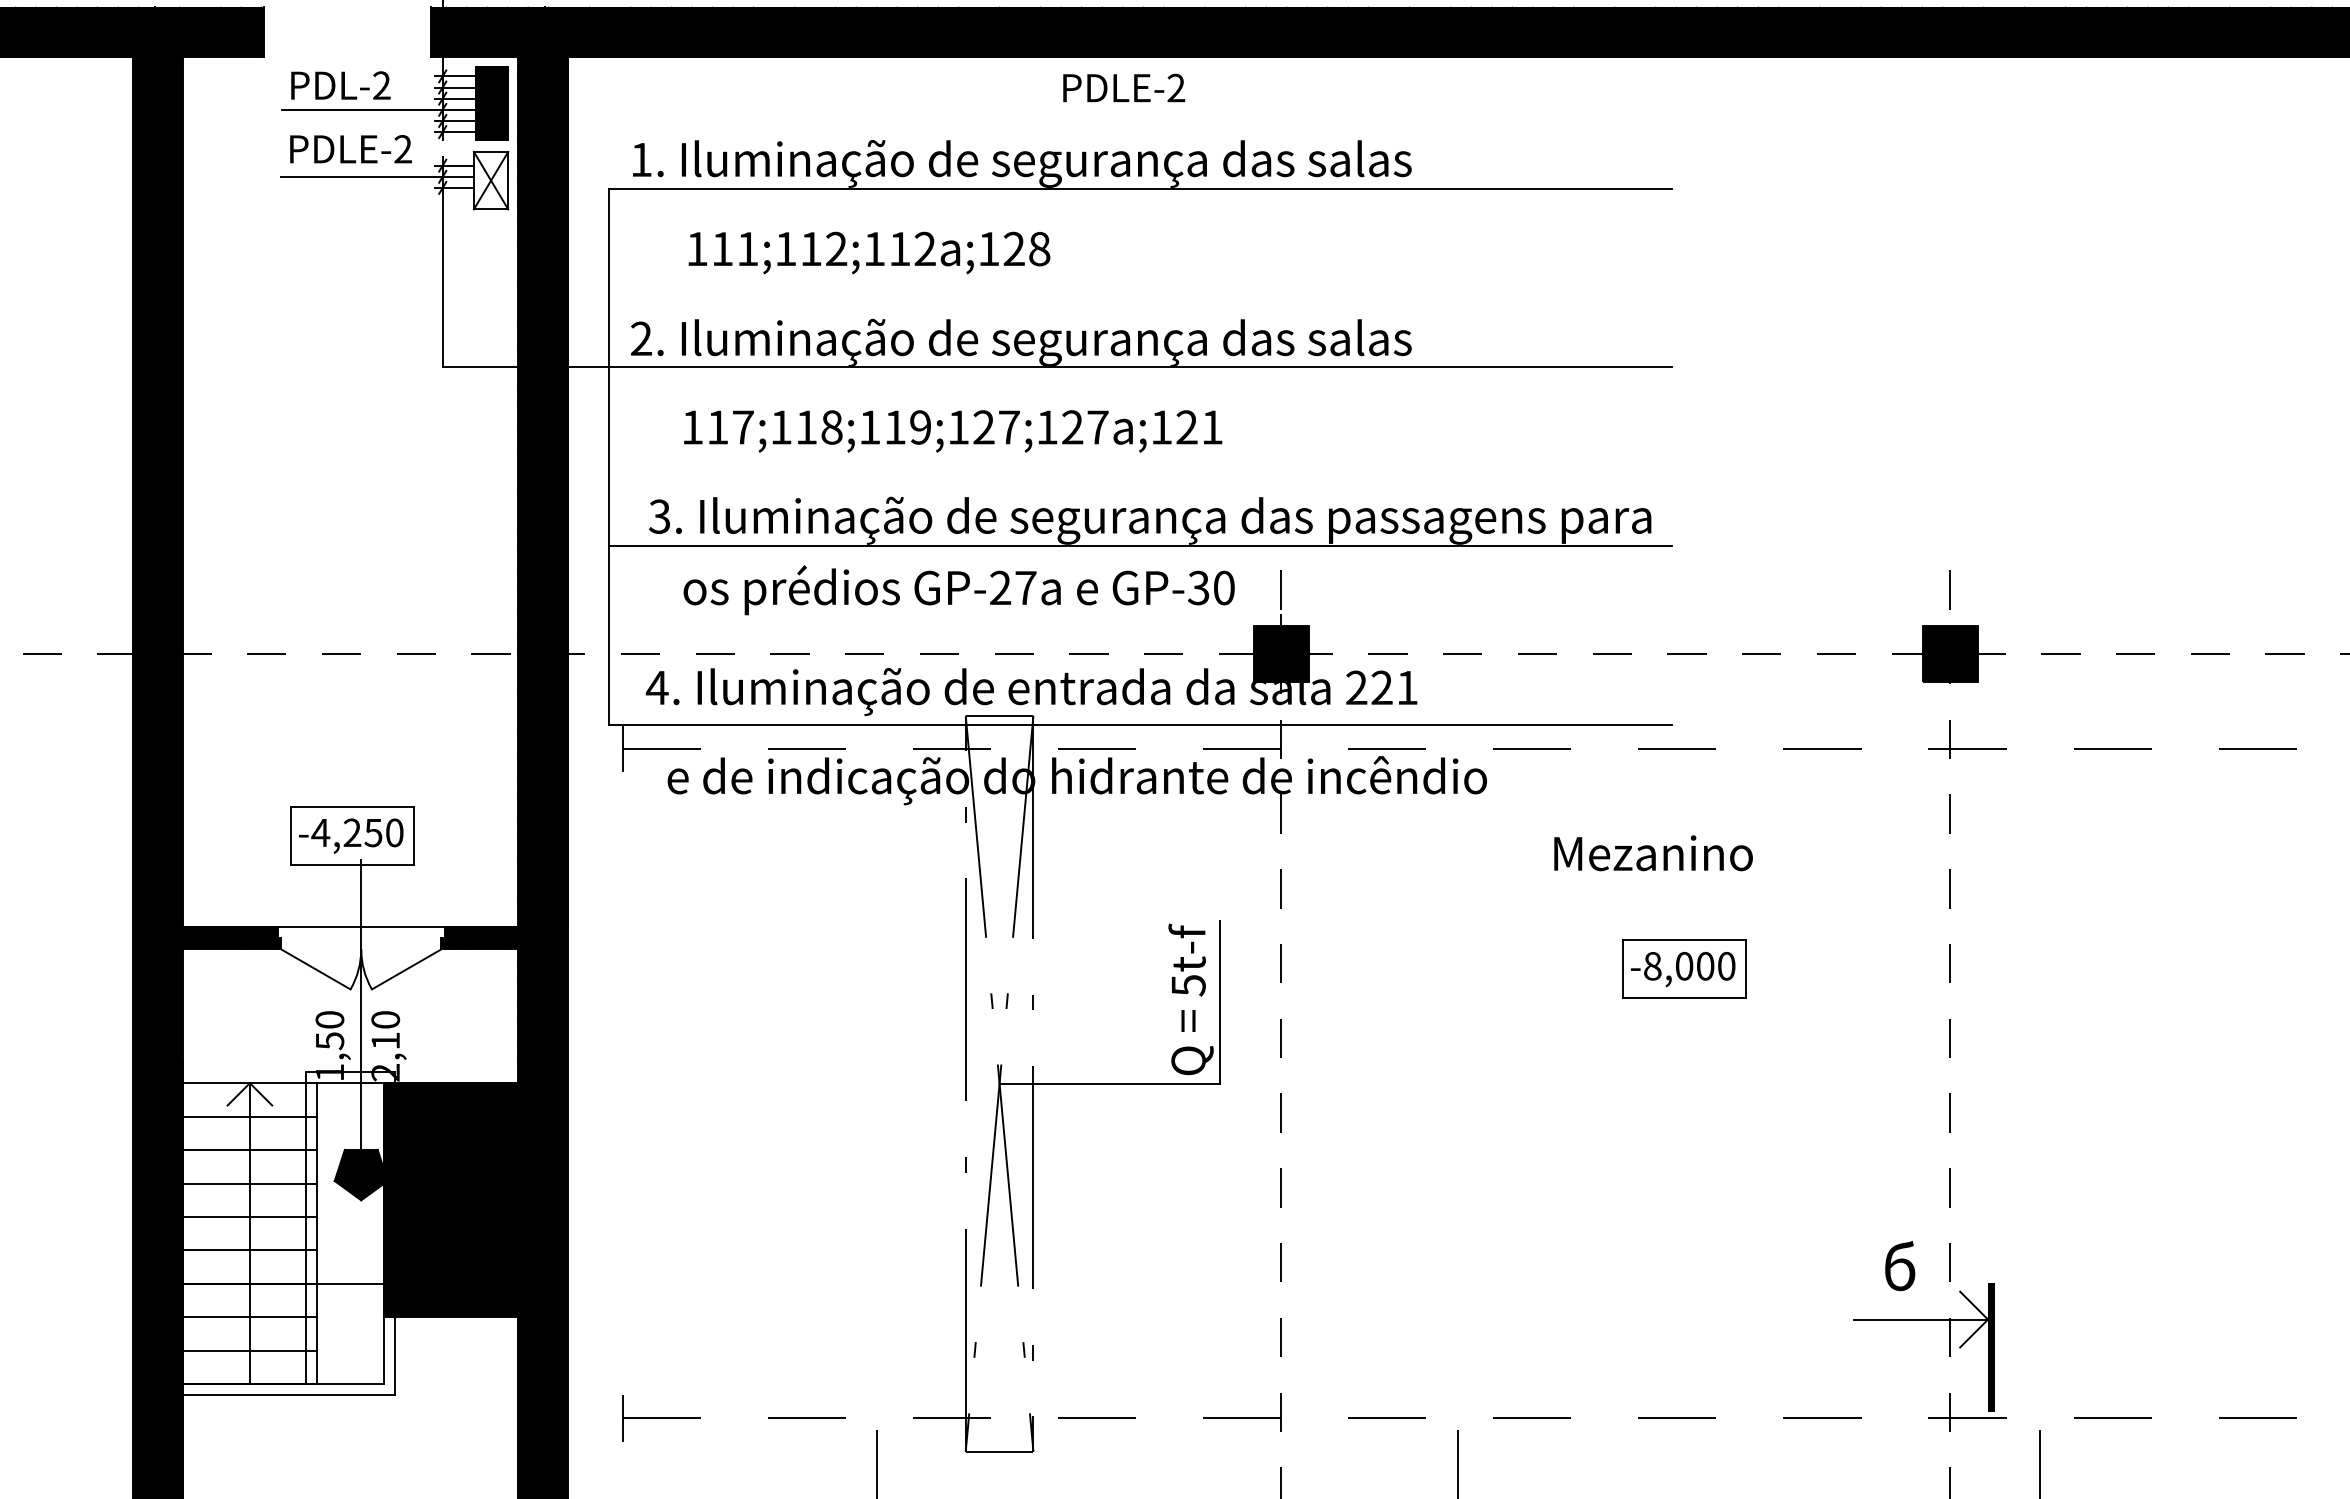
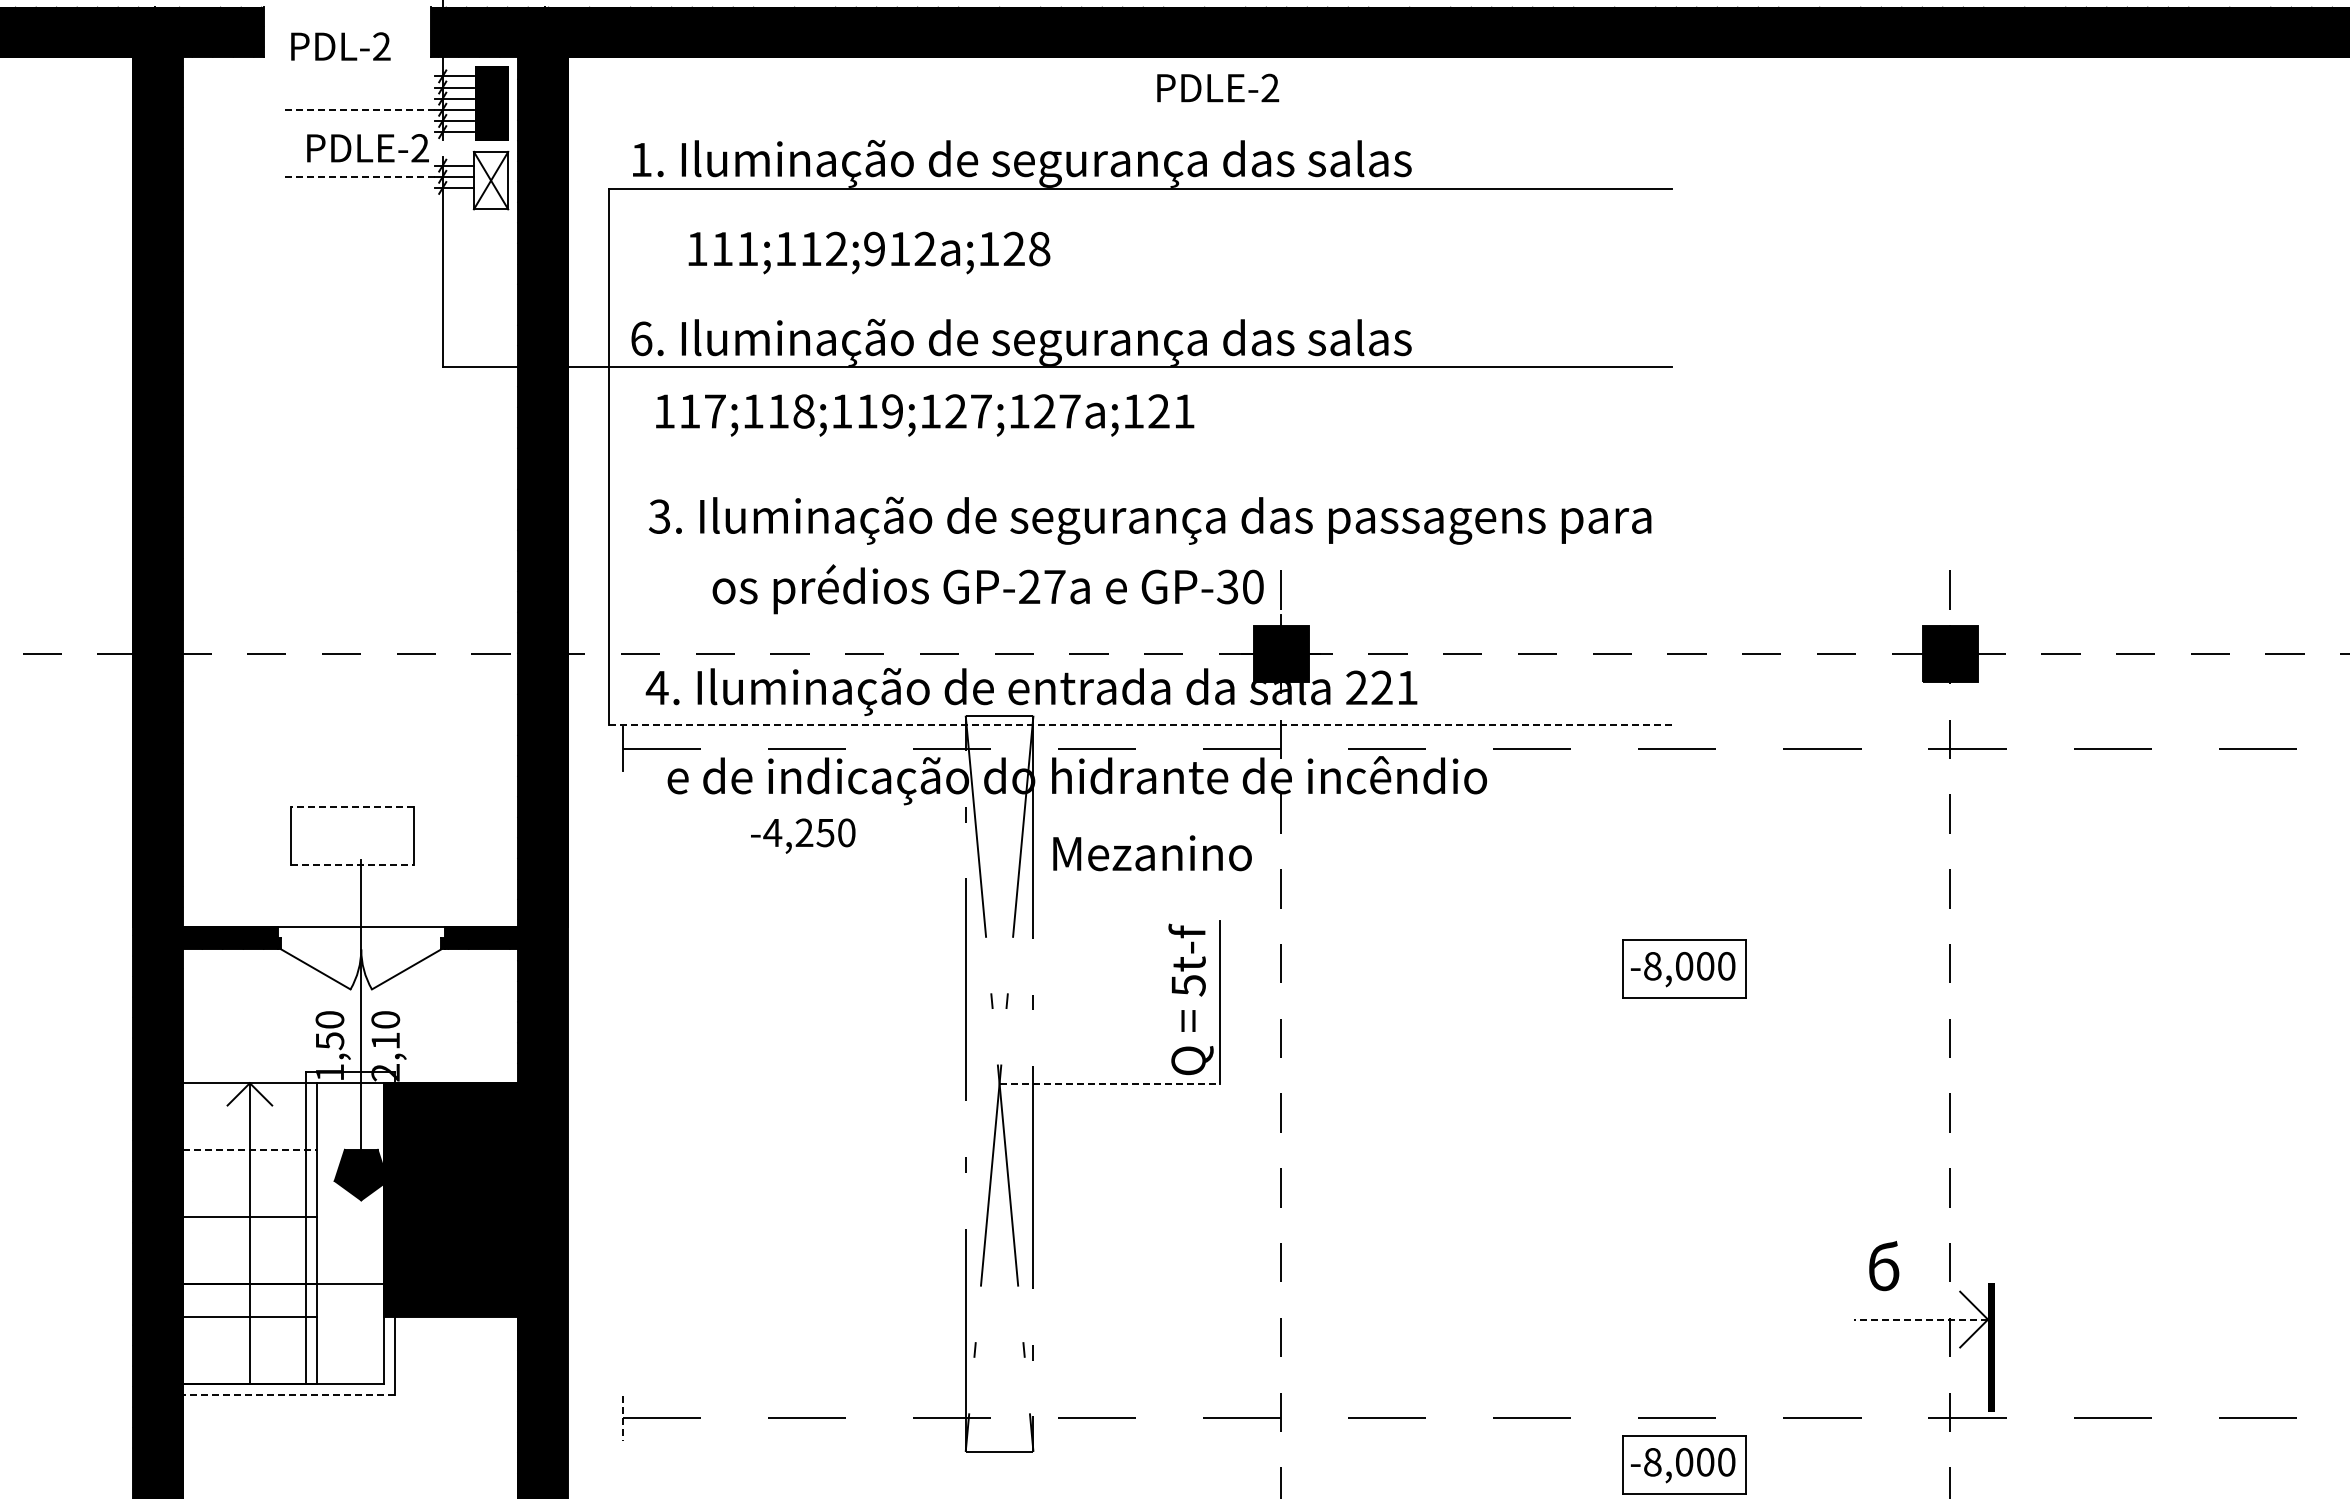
text at (340, 85) position: (340, 85) -> (340, 46)
text at (1124, 87) position: (1124, 87) -> (1218, 87)
line at (357, 109): solid -> dashed
text at (350, 149) position: (350, 149) -> (367, 148)
line at (357, 176): solid -> dashed
text at (874, 248): 111;112;112 -> 111;112;912
text at (641, 338): 2. -> 6.
text at (953, 431) position: (953, 431) -> (925, 415)
line at (1140, 545): present -> none
text at (958, 590) position: (958, 590) -> (987, 589)
line at (1140, 724): solid -> dashed
line at (352, 806): solid -> dashed
text at (351, 835) position: (351, 835) -> (803, 835)
text at (1653, 853) position: (1653, 853) -> (1152, 853)
line at (352, 864): solid -> dashed
line at (1109, 1083): solid -> dashed
line at (249, 1116): present -> none
line at (249, 1150): solid -> dashed
line at (249, 1183): present -> none
line at (249, 1250): present -> none
text at (1900, 1266) position: (1900, 1266) -> (1884, 1266)
line at (1921, 1319): solid -> dashed
line at (249, 1350): present -> none
line at (288, 1395): solid -> dashed
line at (623, 1418): solid -> dashed
line at (876, 1462): present -> none
line at (1458, 1462): present -> none
line at (2039, 1462): present -> none
part at (1684, 1464): none -> present
